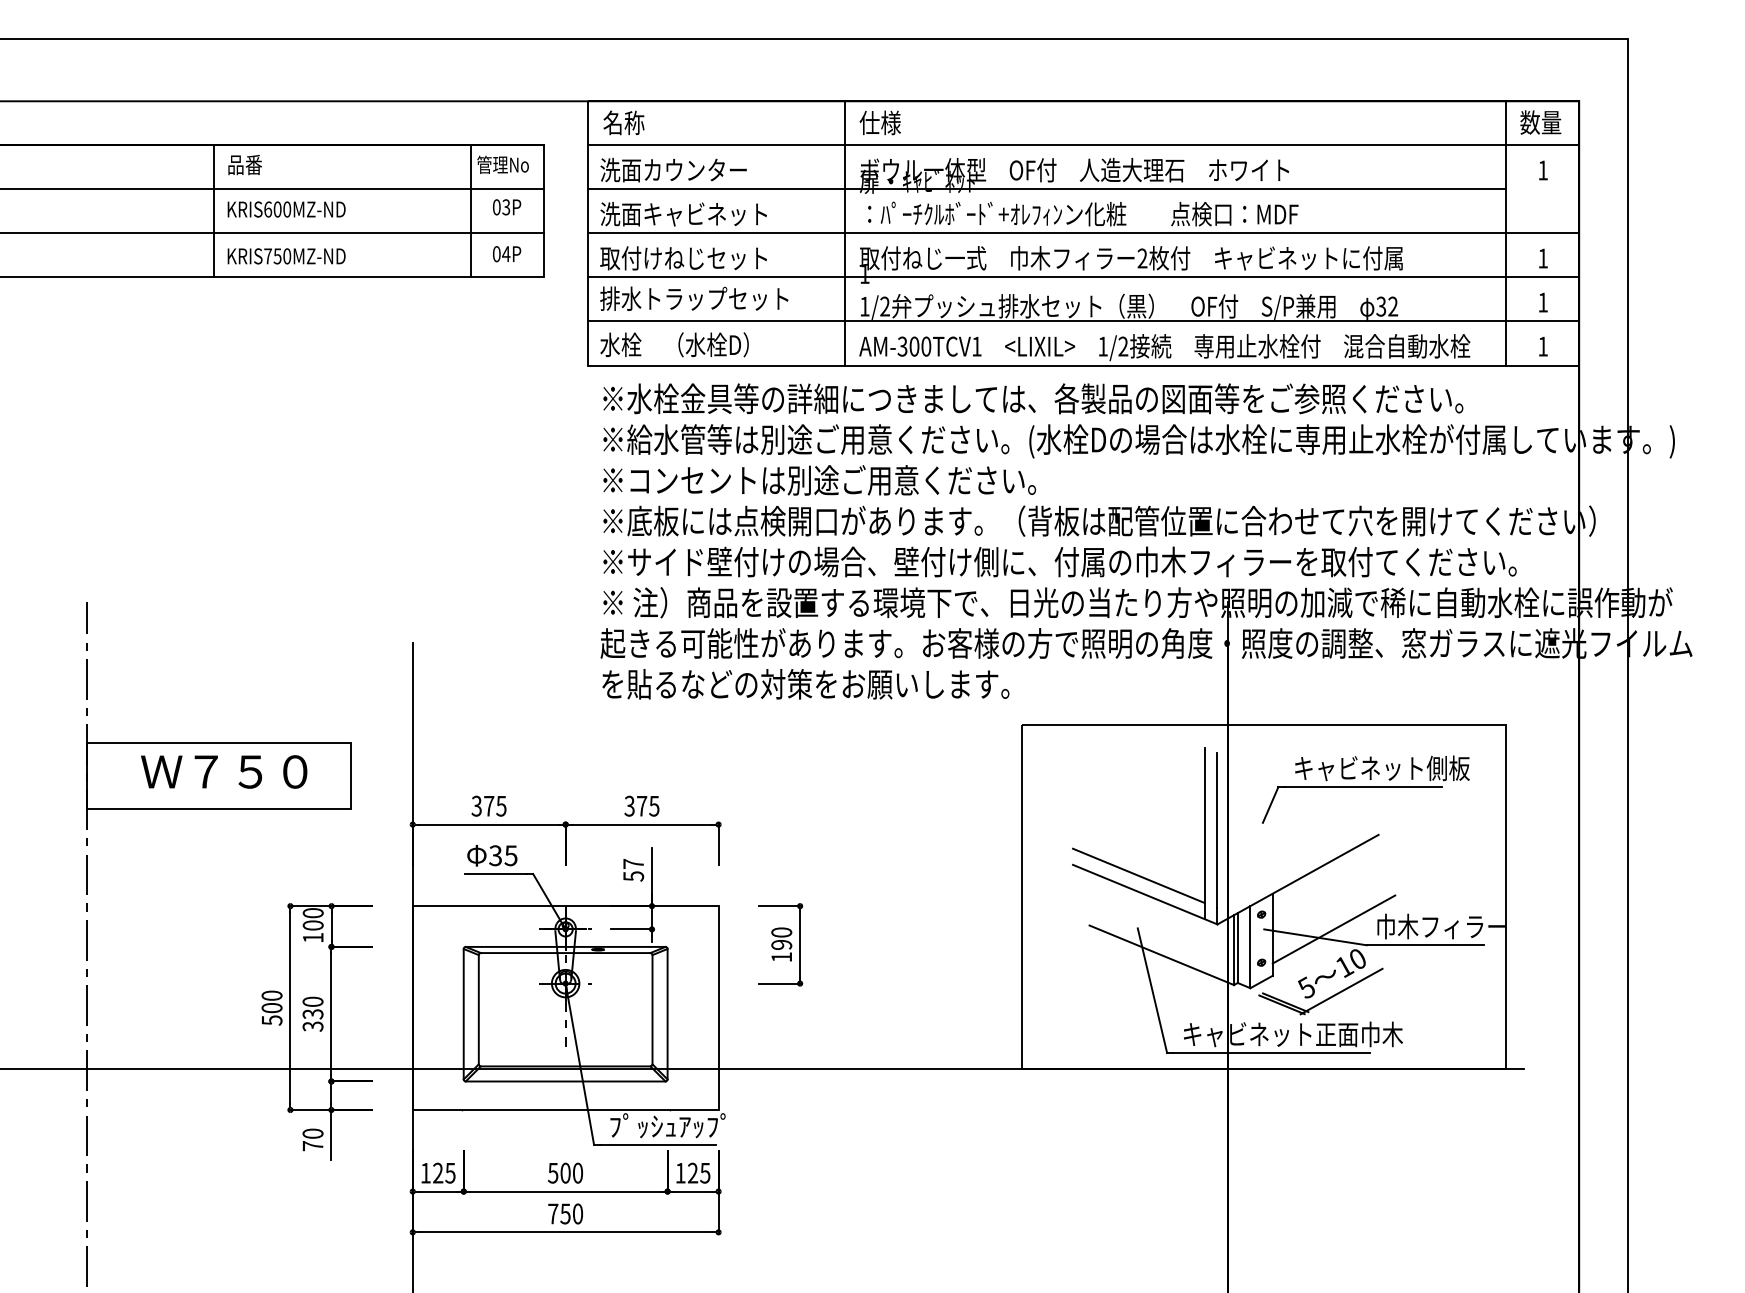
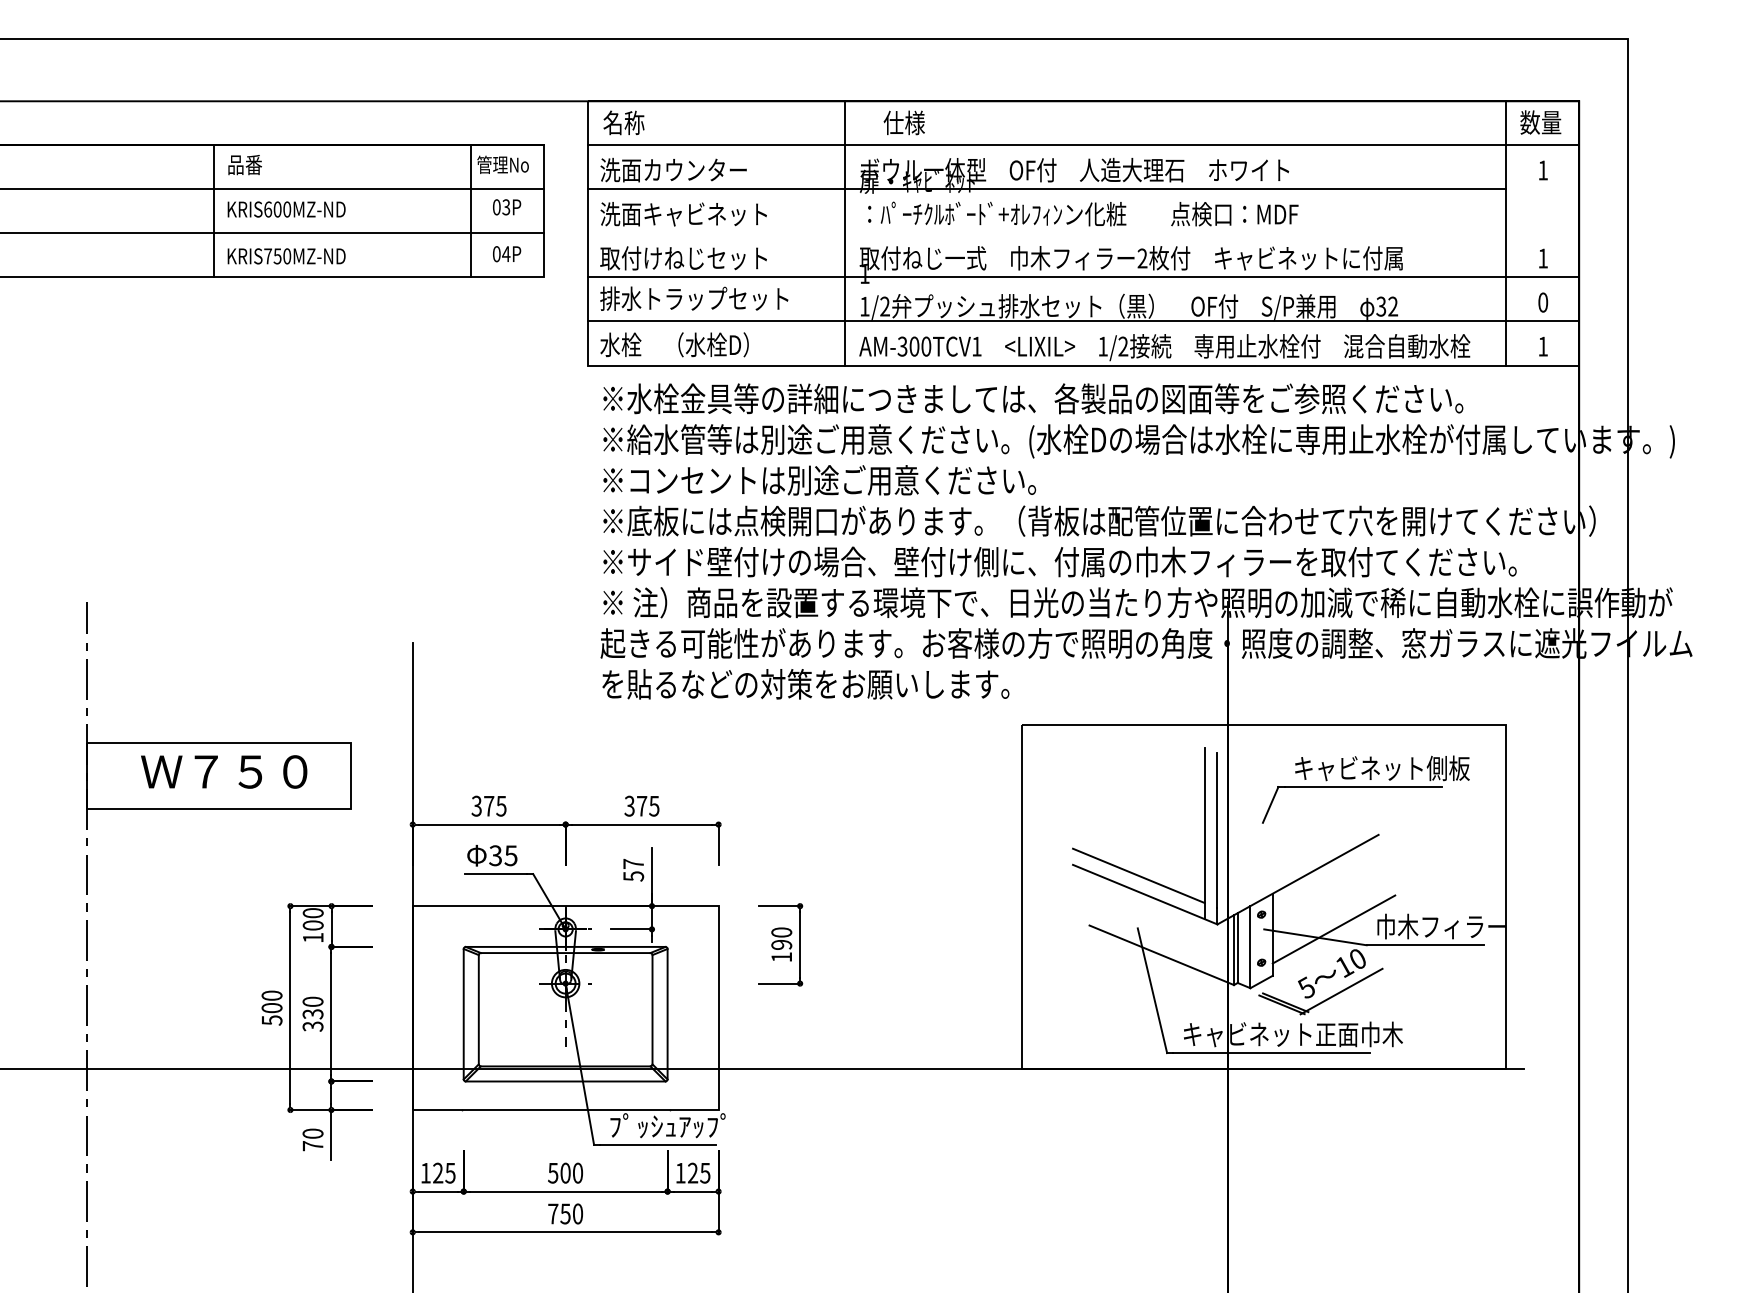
text at (879, 122) position: (879, 122) -> (903, 122)
line at (1083, 233): present -> none
text at (1543, 302): 1 -> 0
